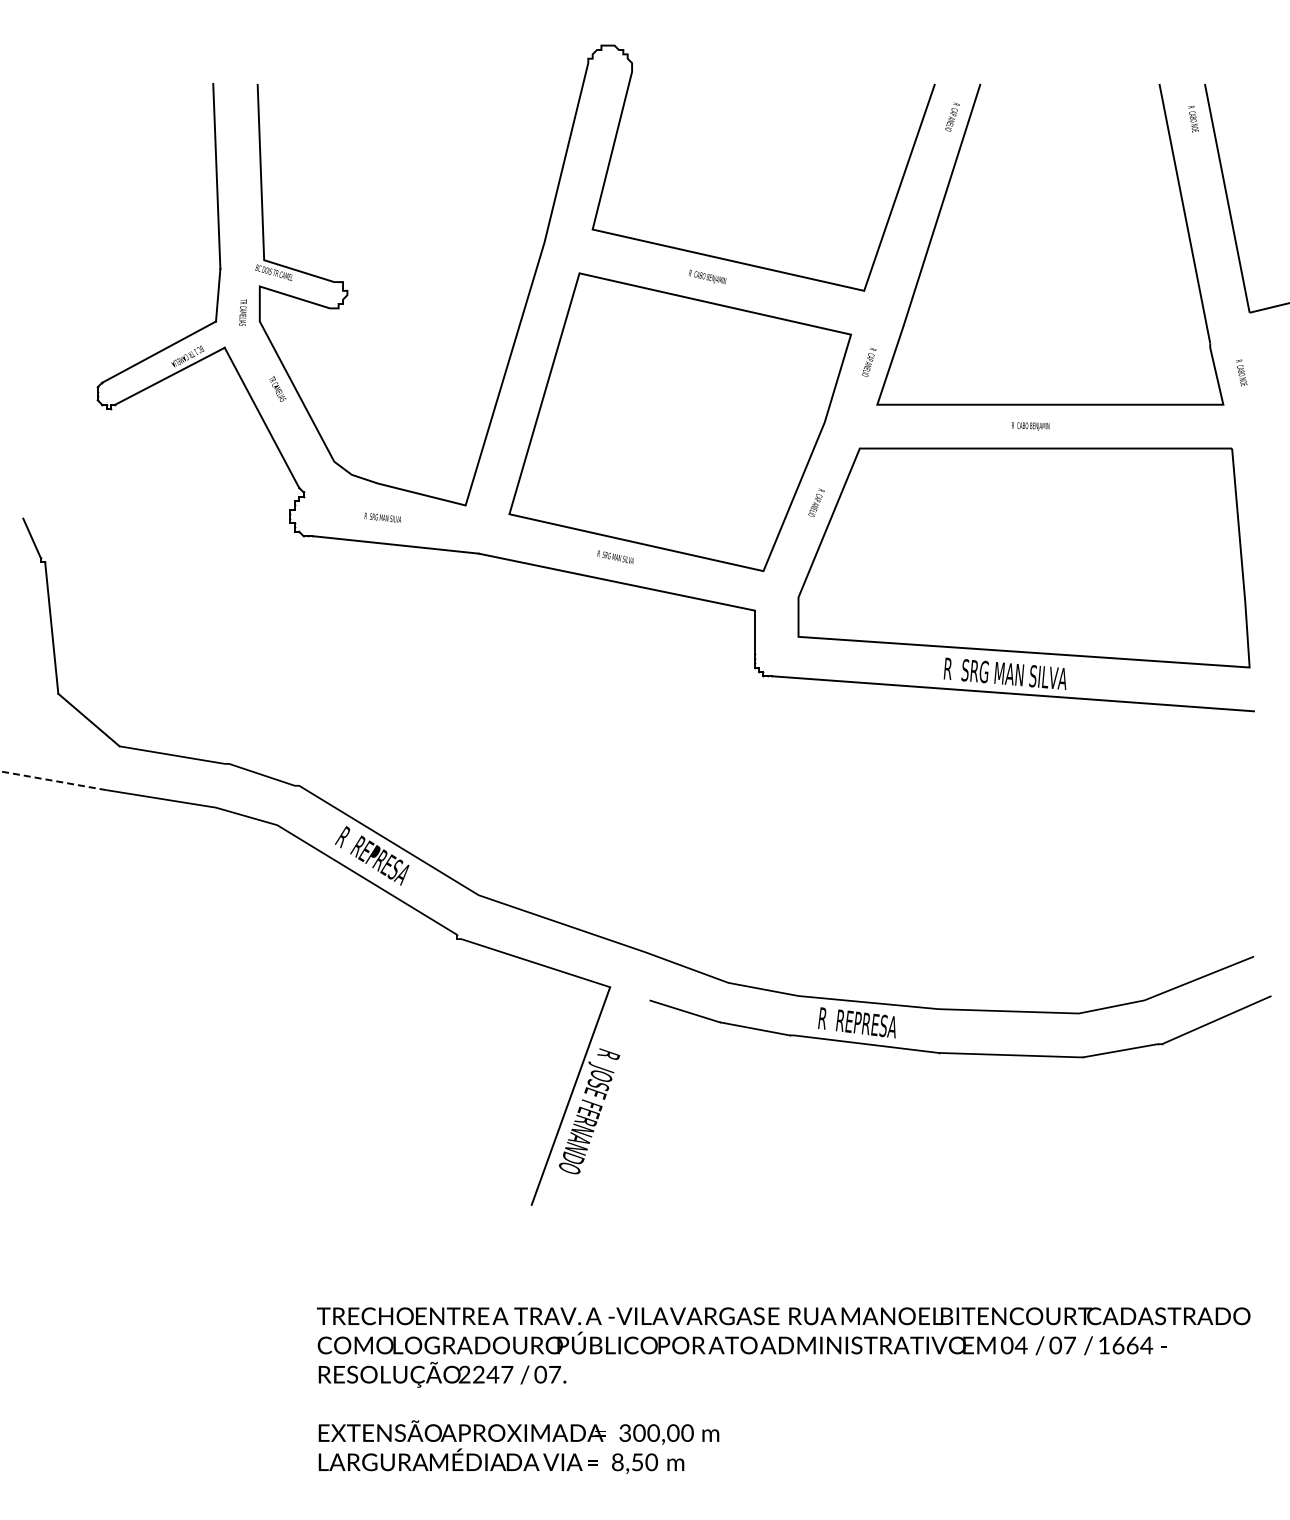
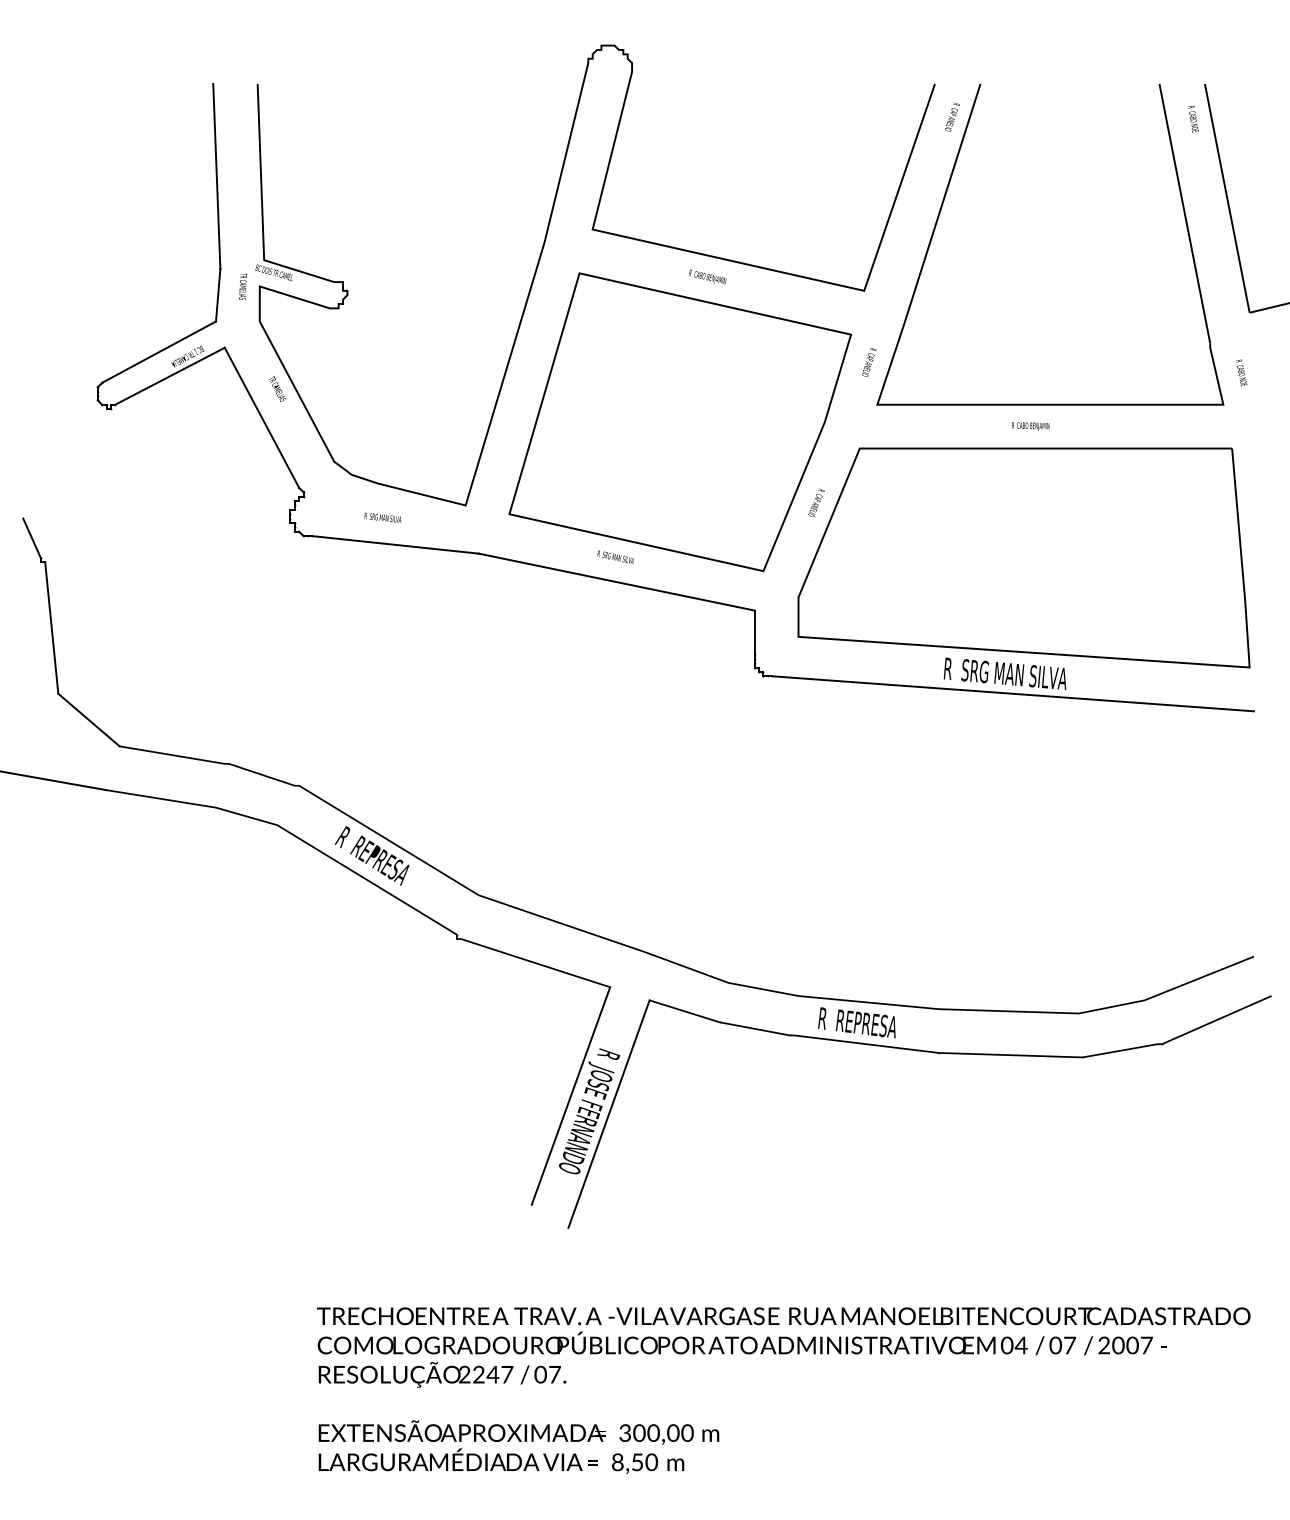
text at (242, 312) position: (242, 312) -> (242, 286)
line at (53, 780): dashed -> solid
line at (608, 1113): none -> present
text at (1125, 1345): 1664 -> 2007
